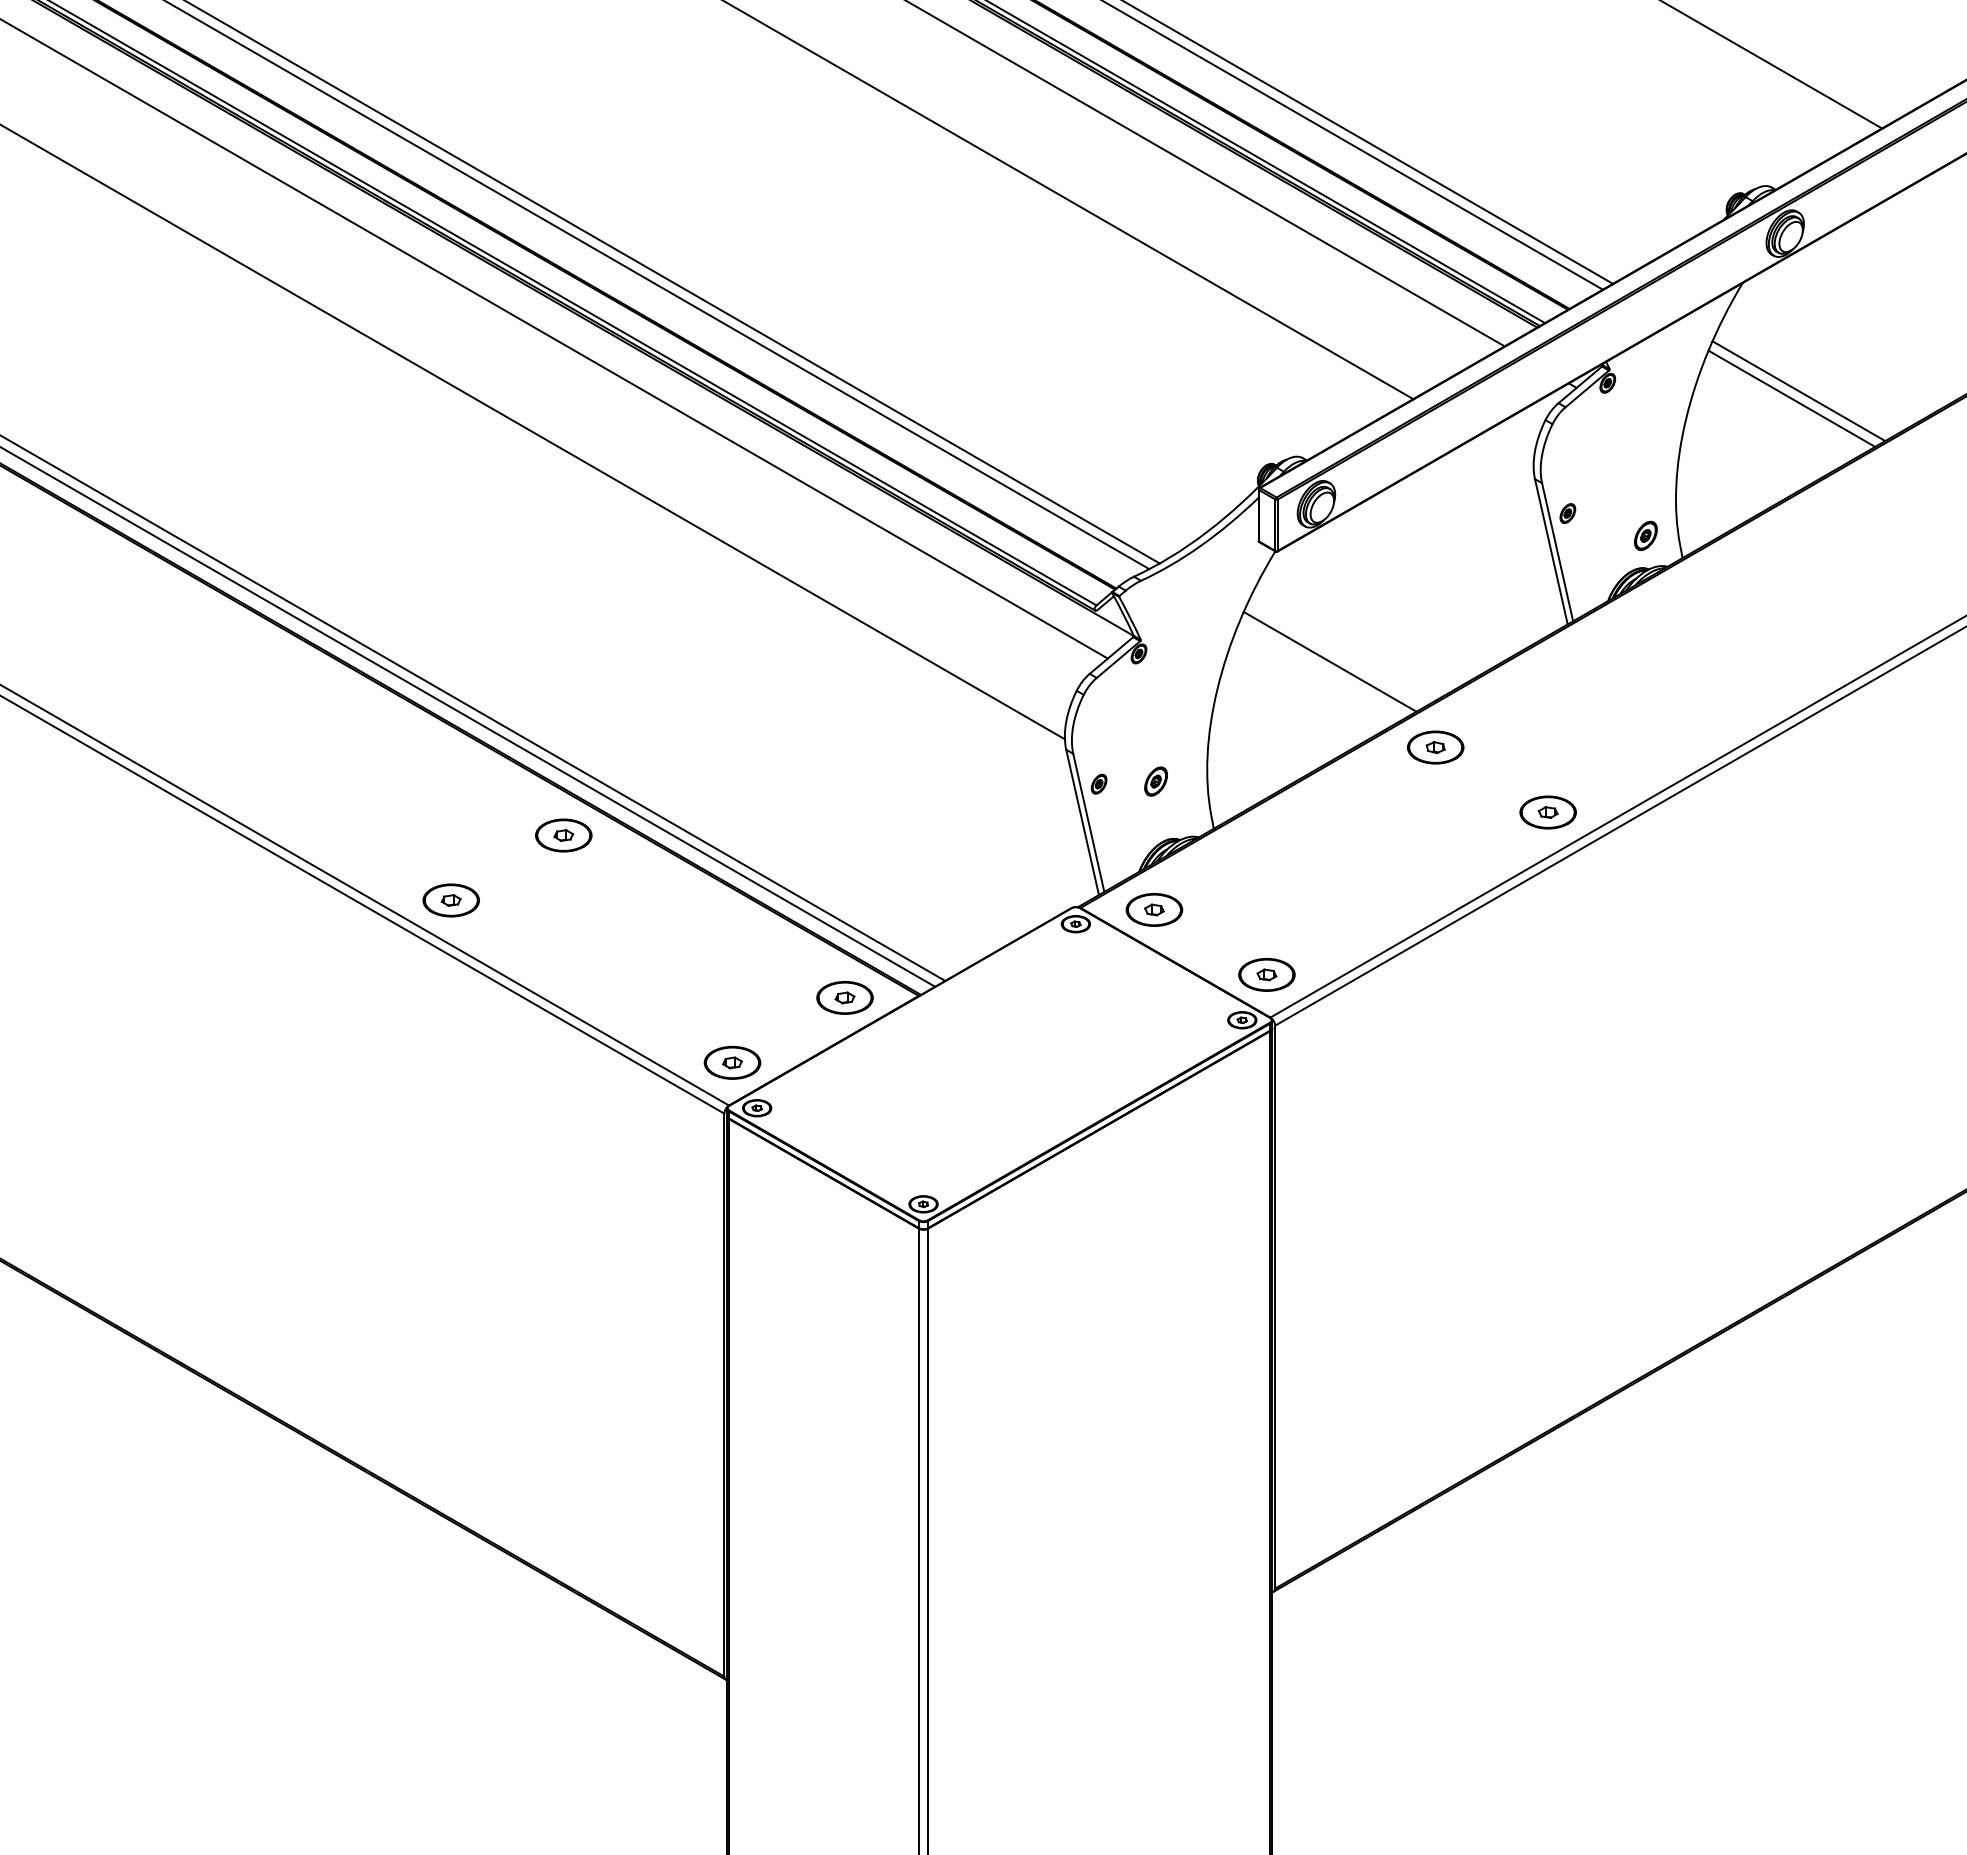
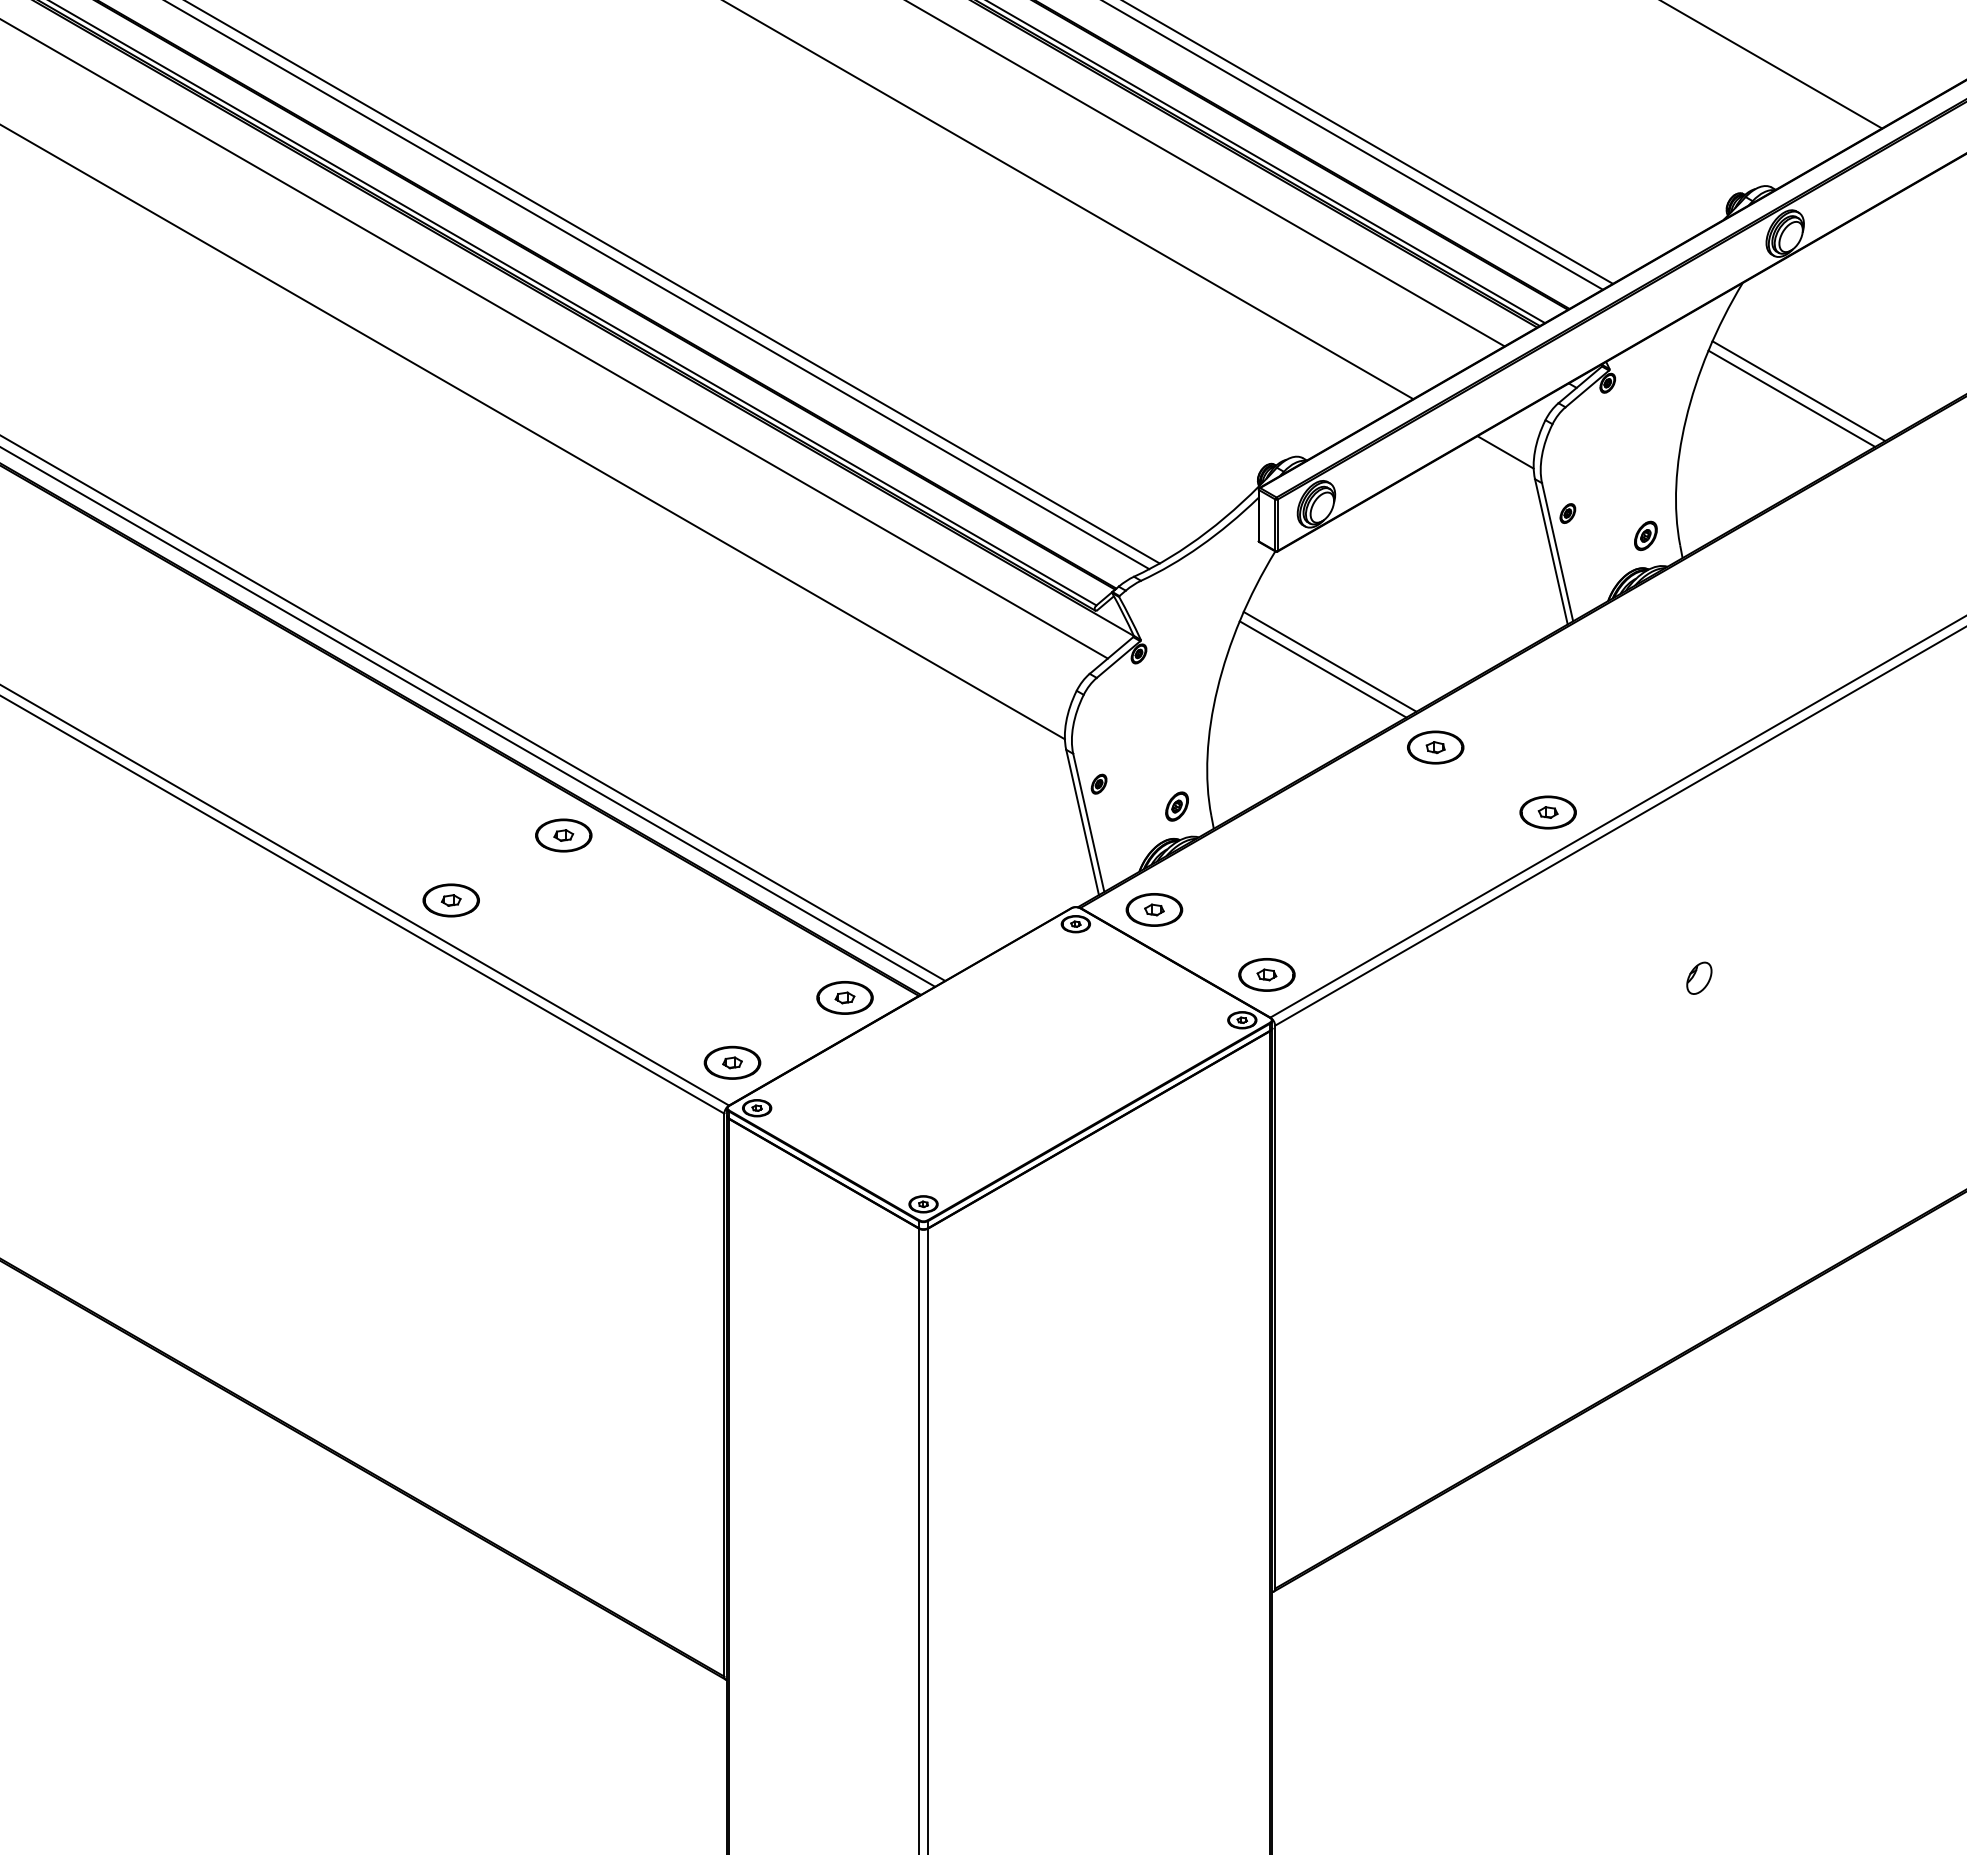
line at (1505, 452): none -> present
line at (1322, 669): none -> present
part at (1155, 781) position: (1155, 781) -> (1176, 806)
part at (1699, 977): none -> present
